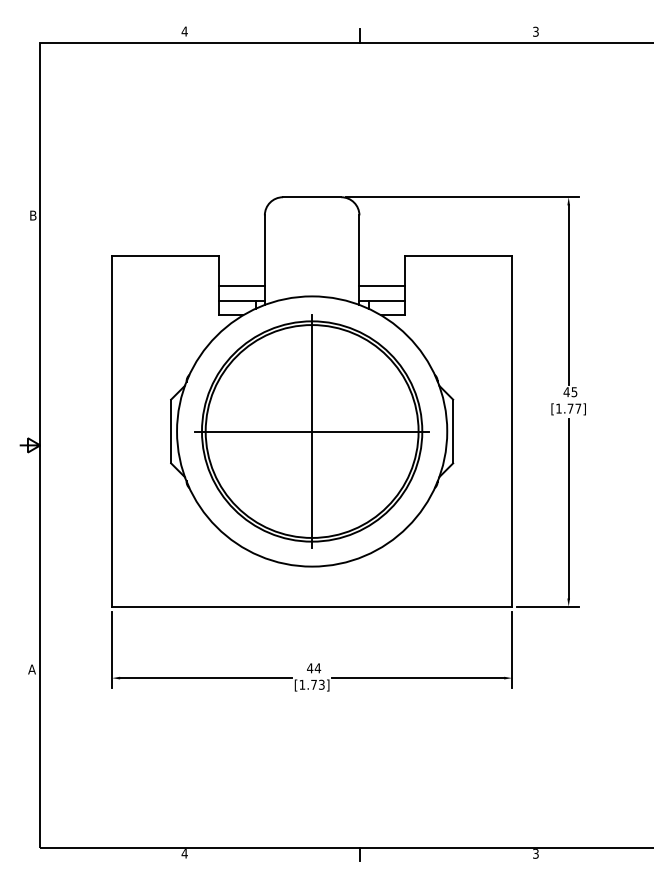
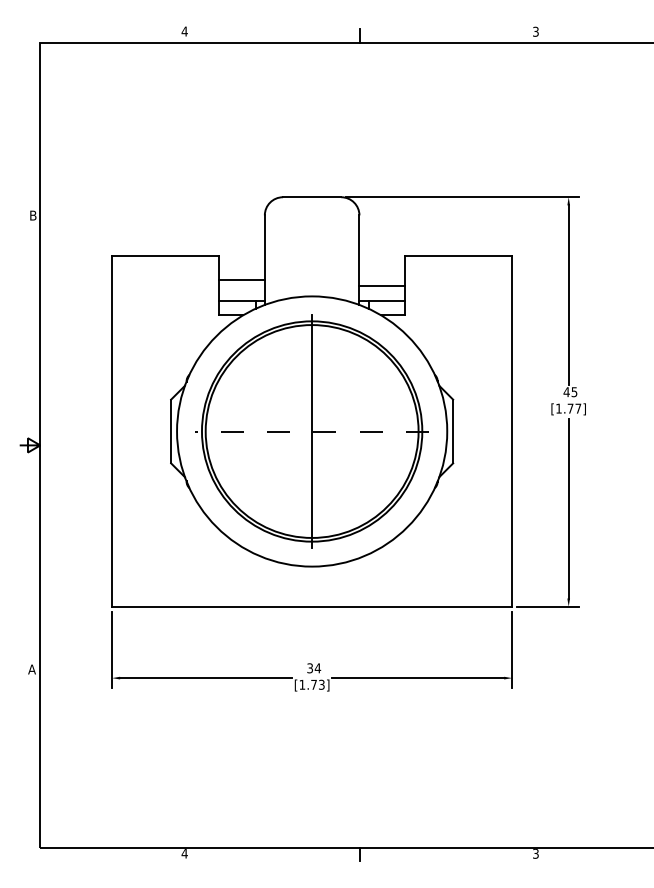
line at (241, 285) position: (241, 285) -> (241, 279)
line at (312, 431): solid -> dashed
text at (310, 668): 44 -> 34
